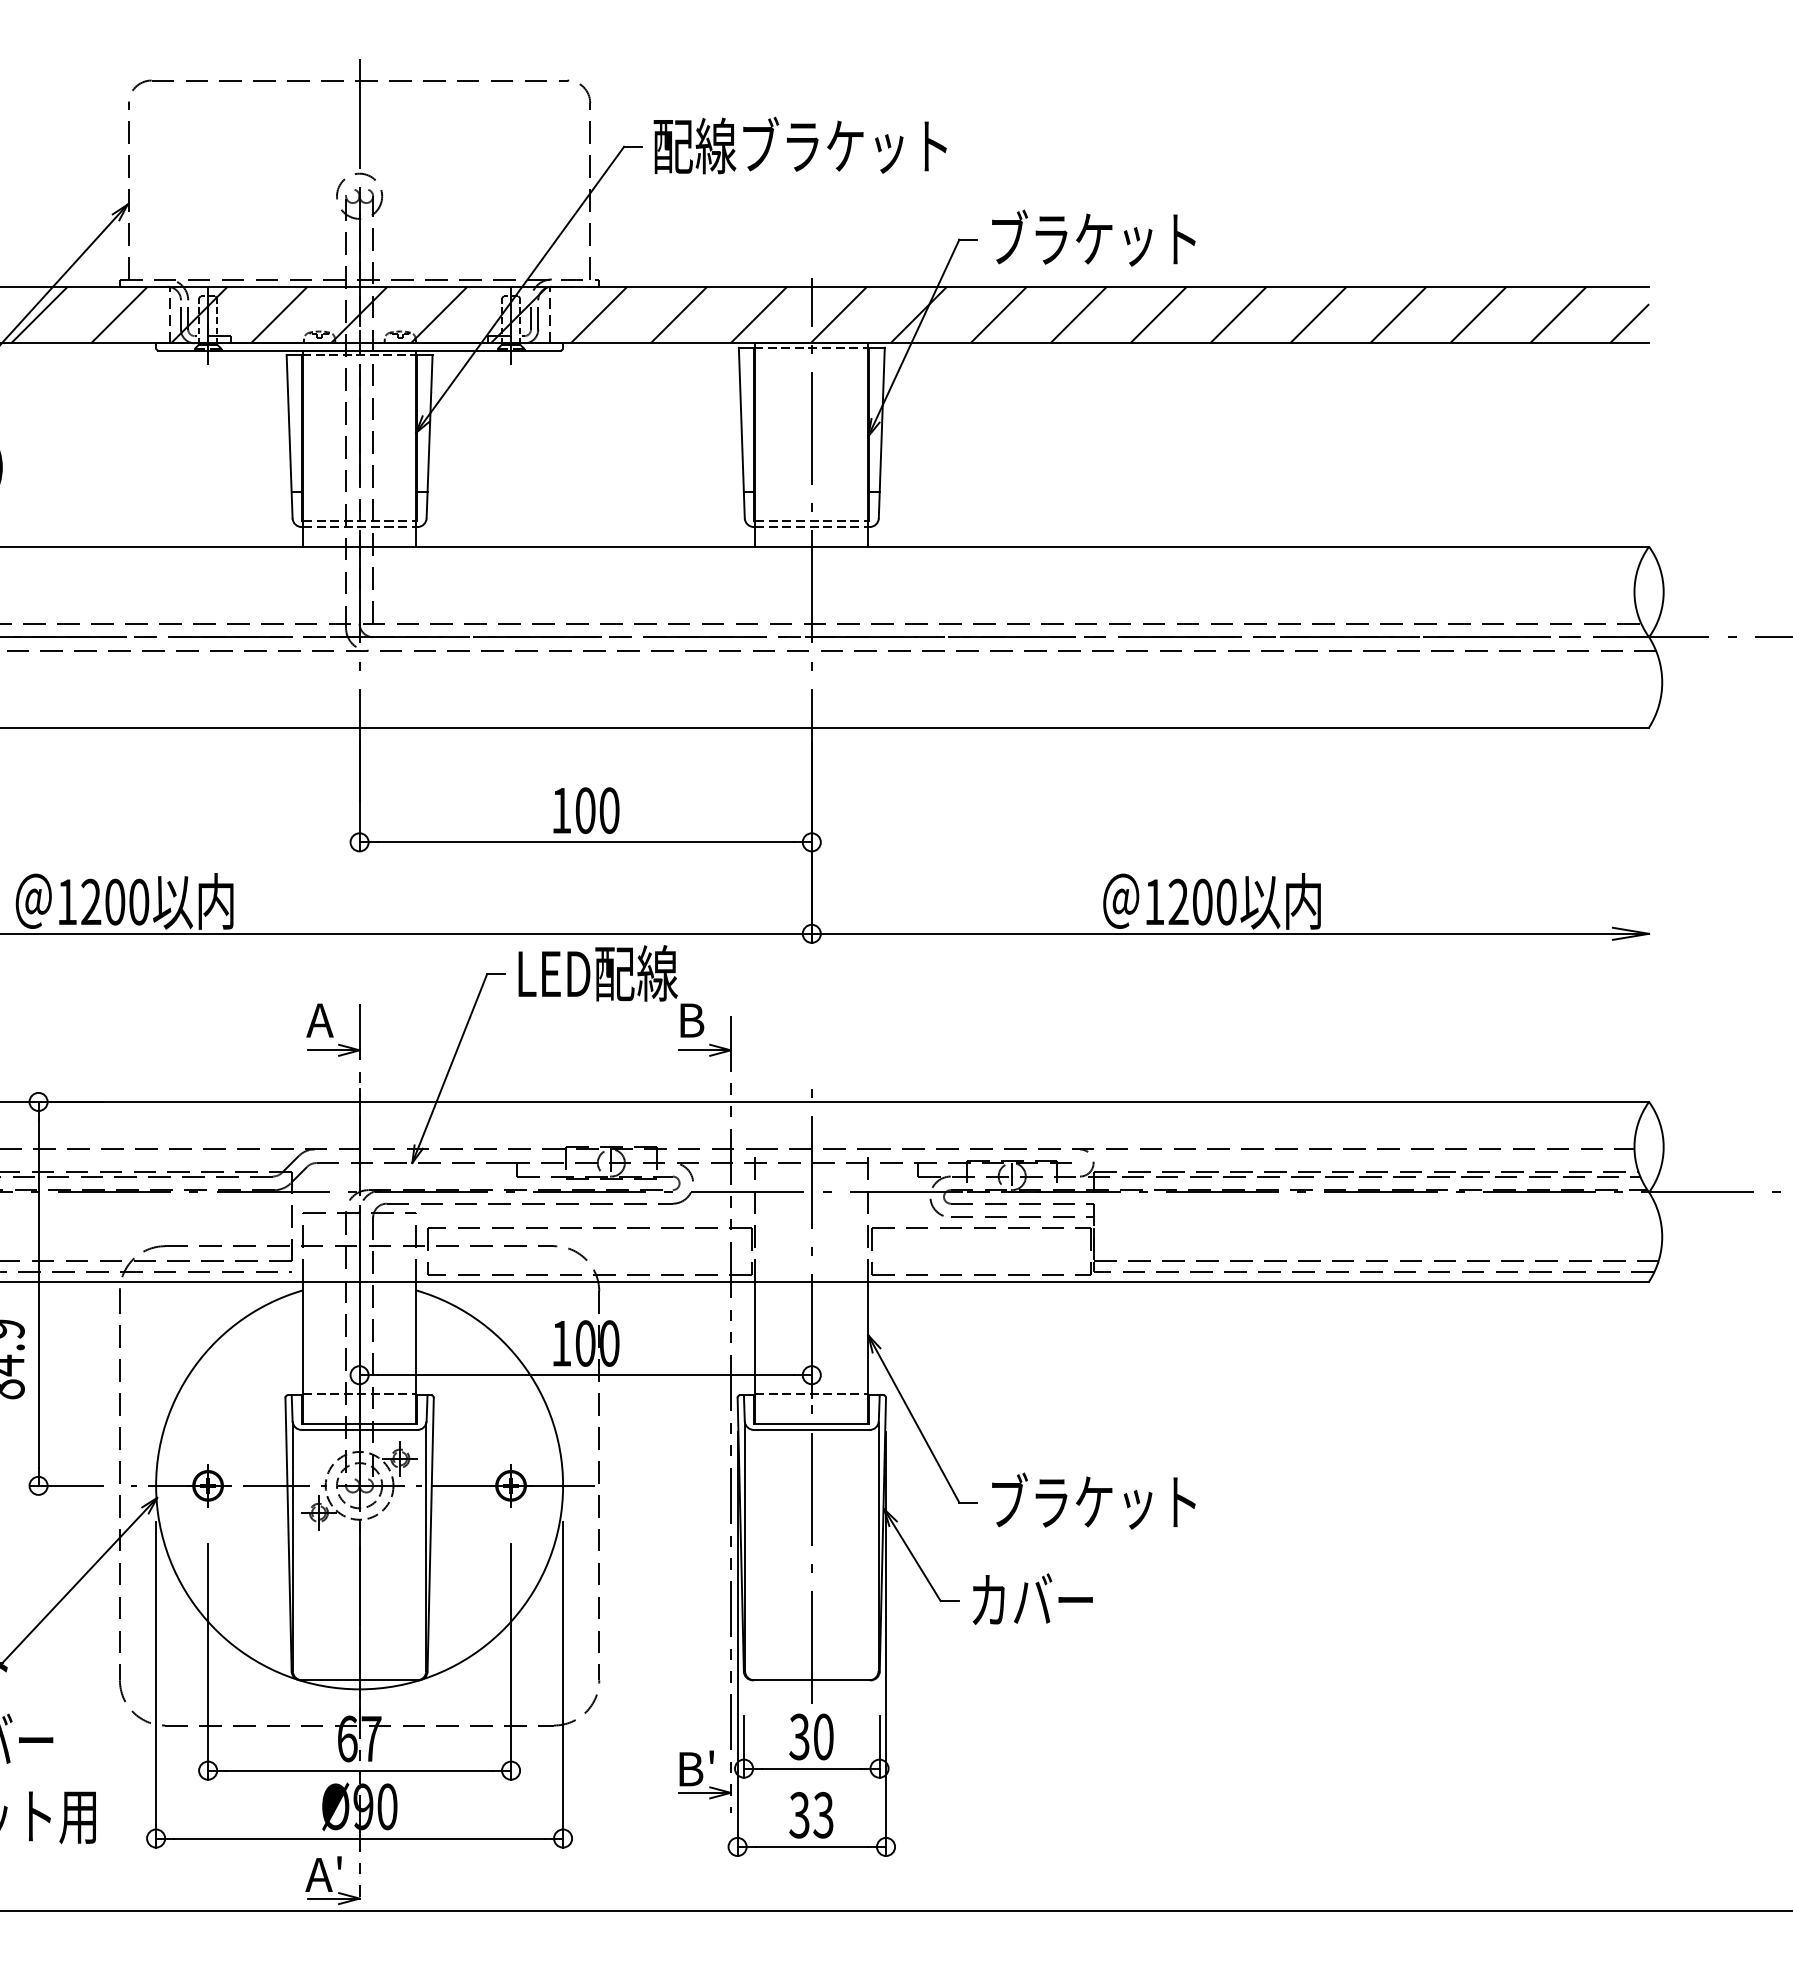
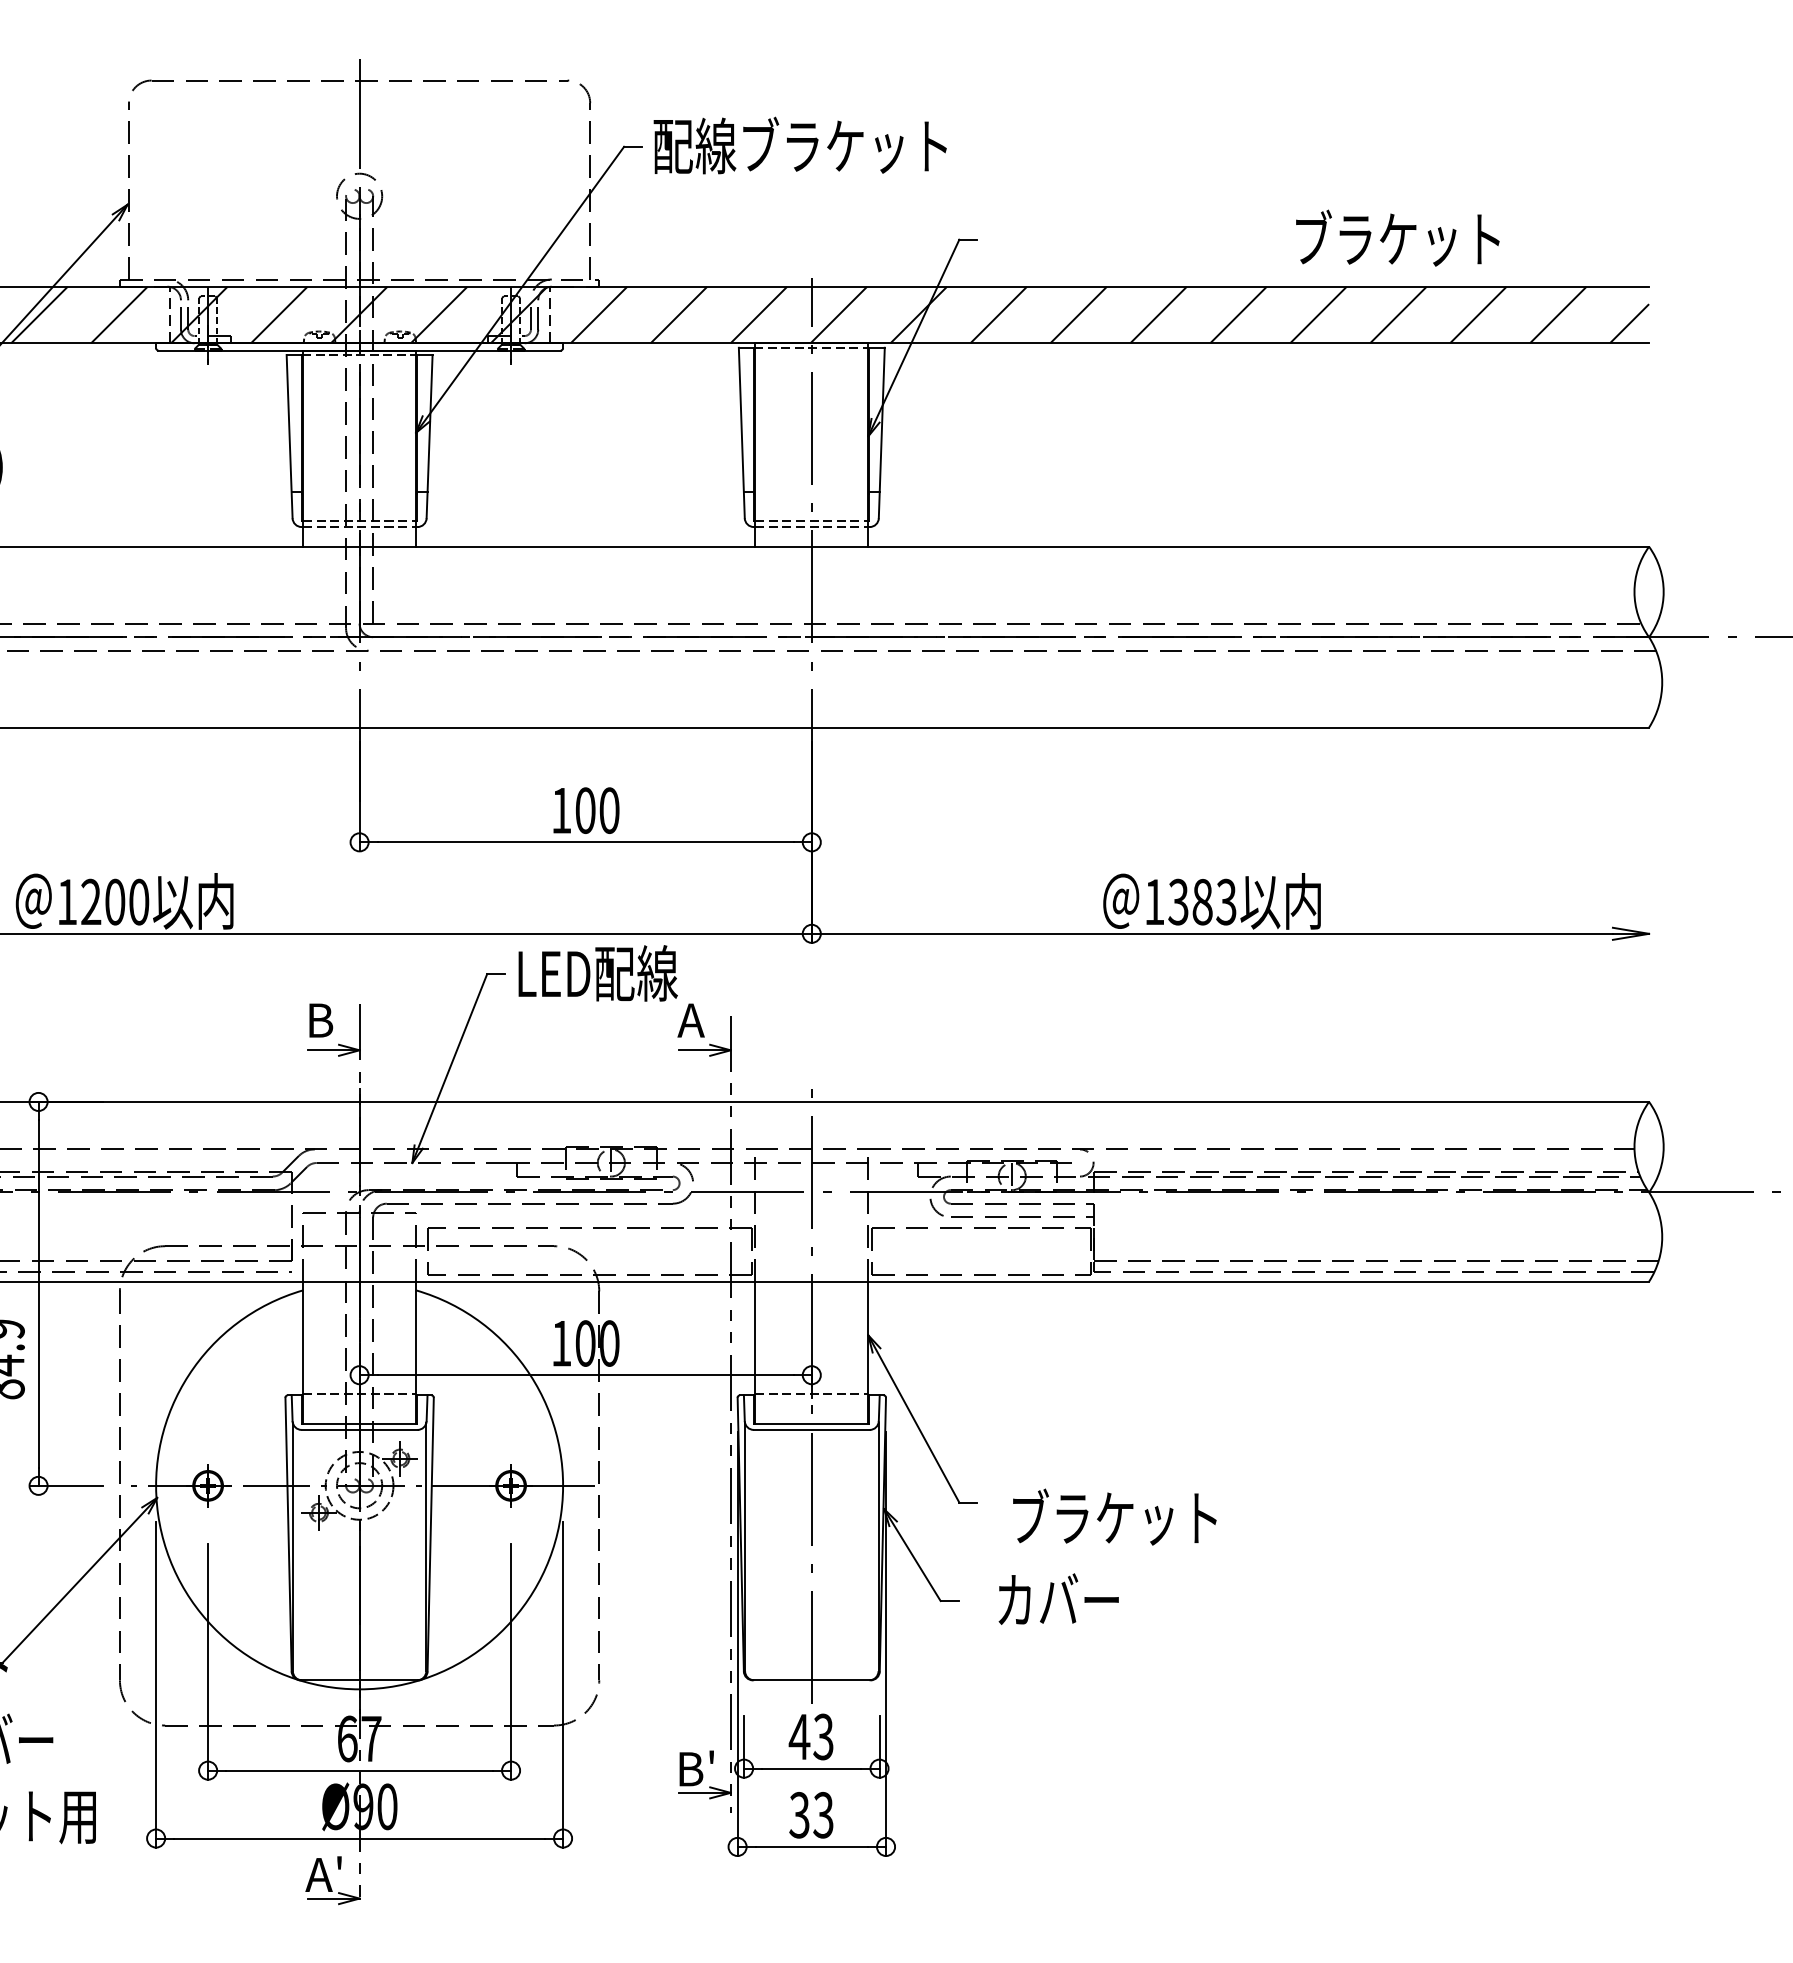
text at (1093, 237) position: (1093, 237) -> (1397, 237)
text at (1202, 901): 1200 -> 1383
text at (319, 1020): A -> B
text at (690, 1020): B -> A
text at (1093, 1500) position: (1093, 1500) -> (1114, 1516)
text at (1032, 1598) position: (1032, 1598) -> (1058, 1598)
text at (810, 1736): 30 -> 43
line at (895, 1910): present -> none
